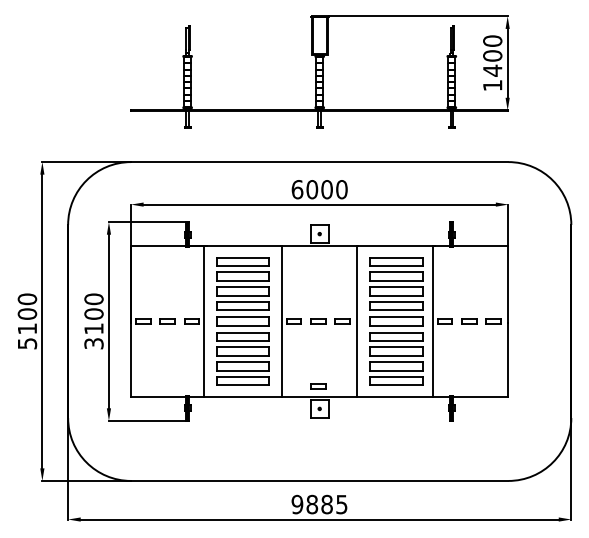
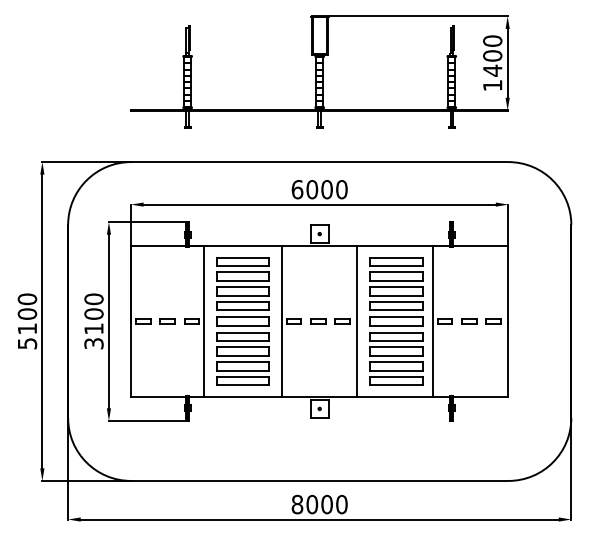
part at (318, 386): present -> none
text at (319, 504): 9885 -> 8000
